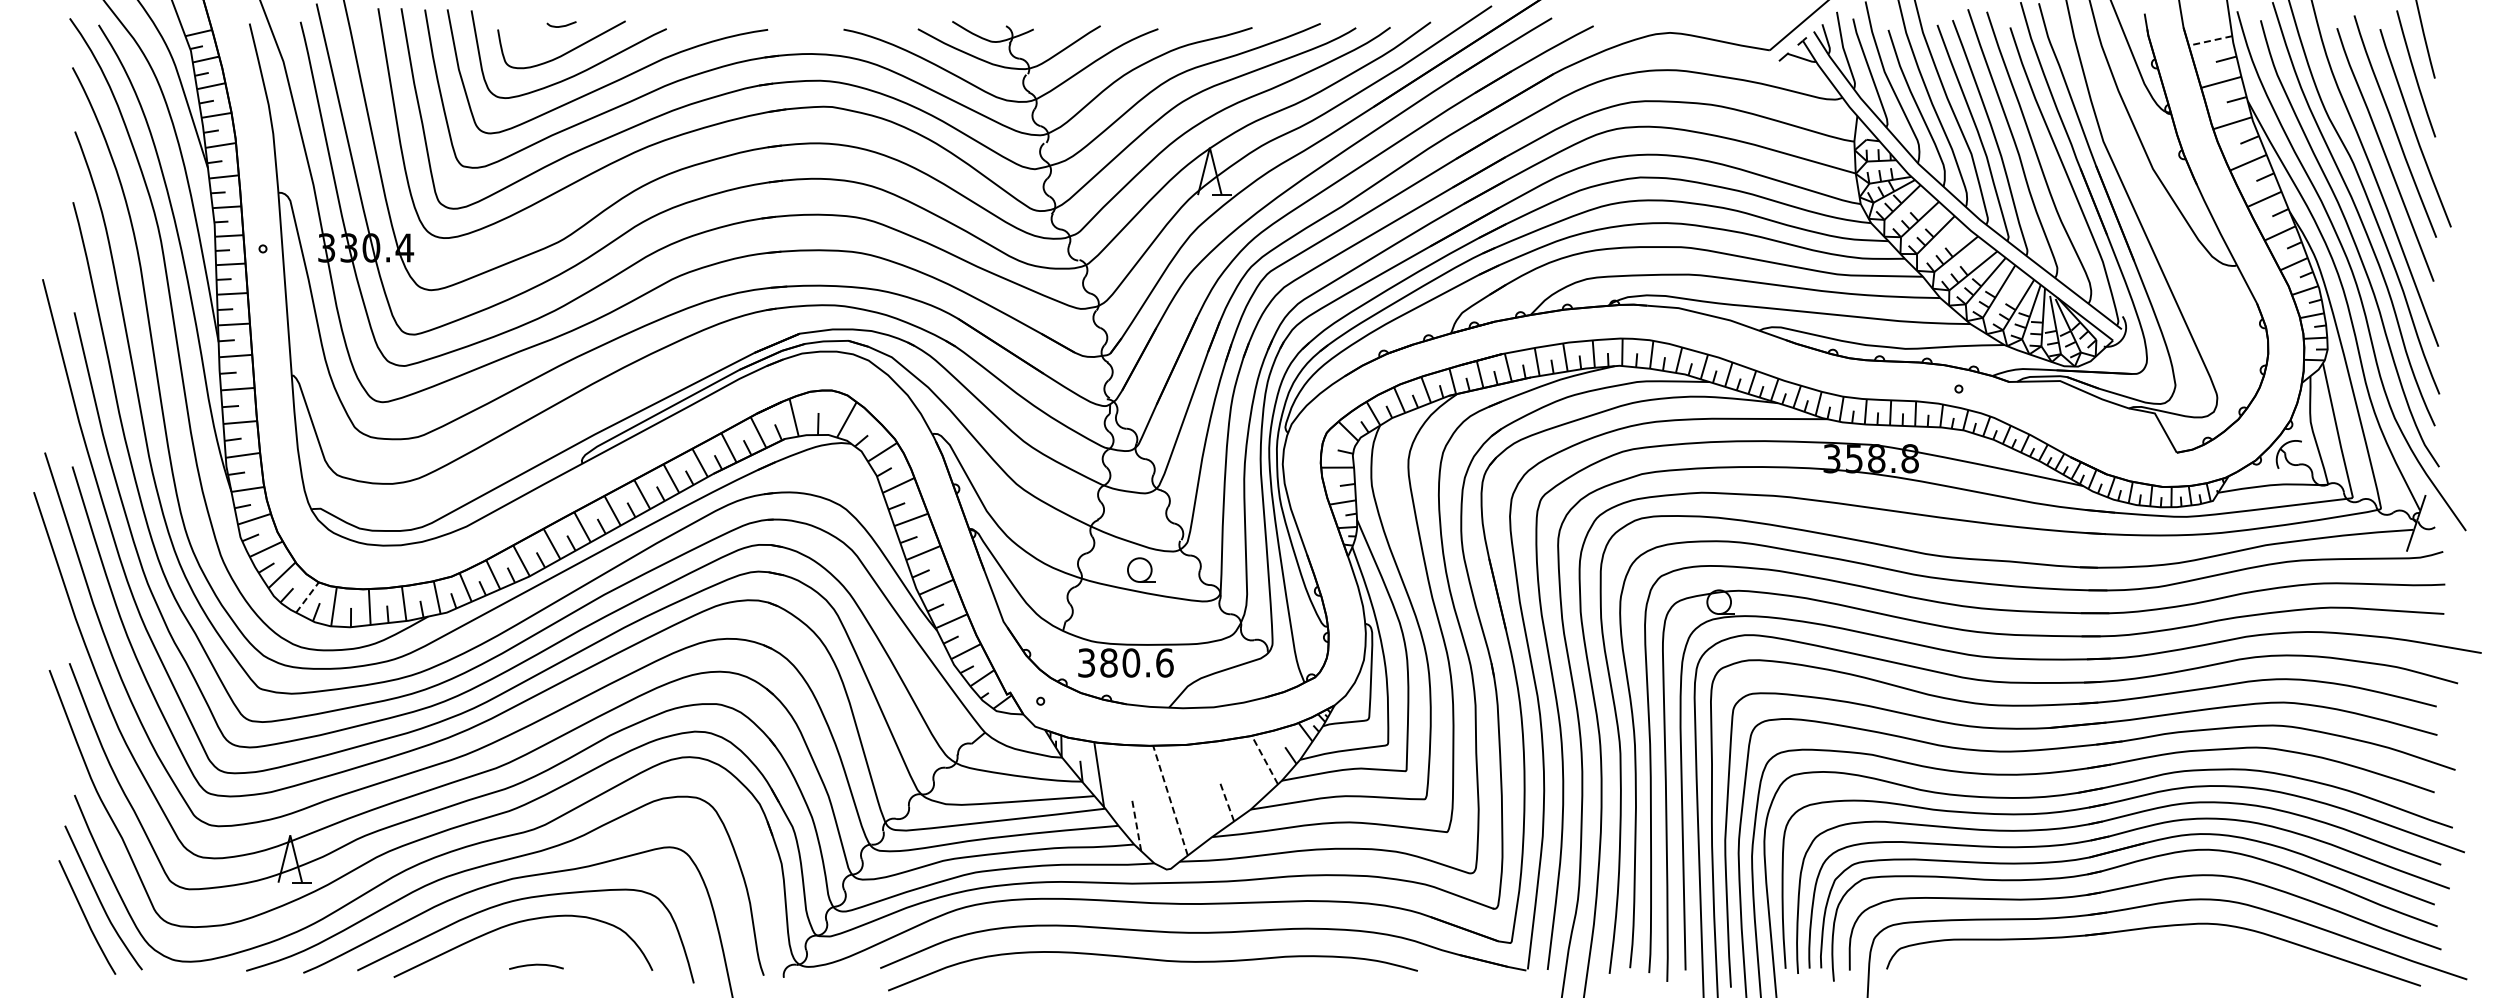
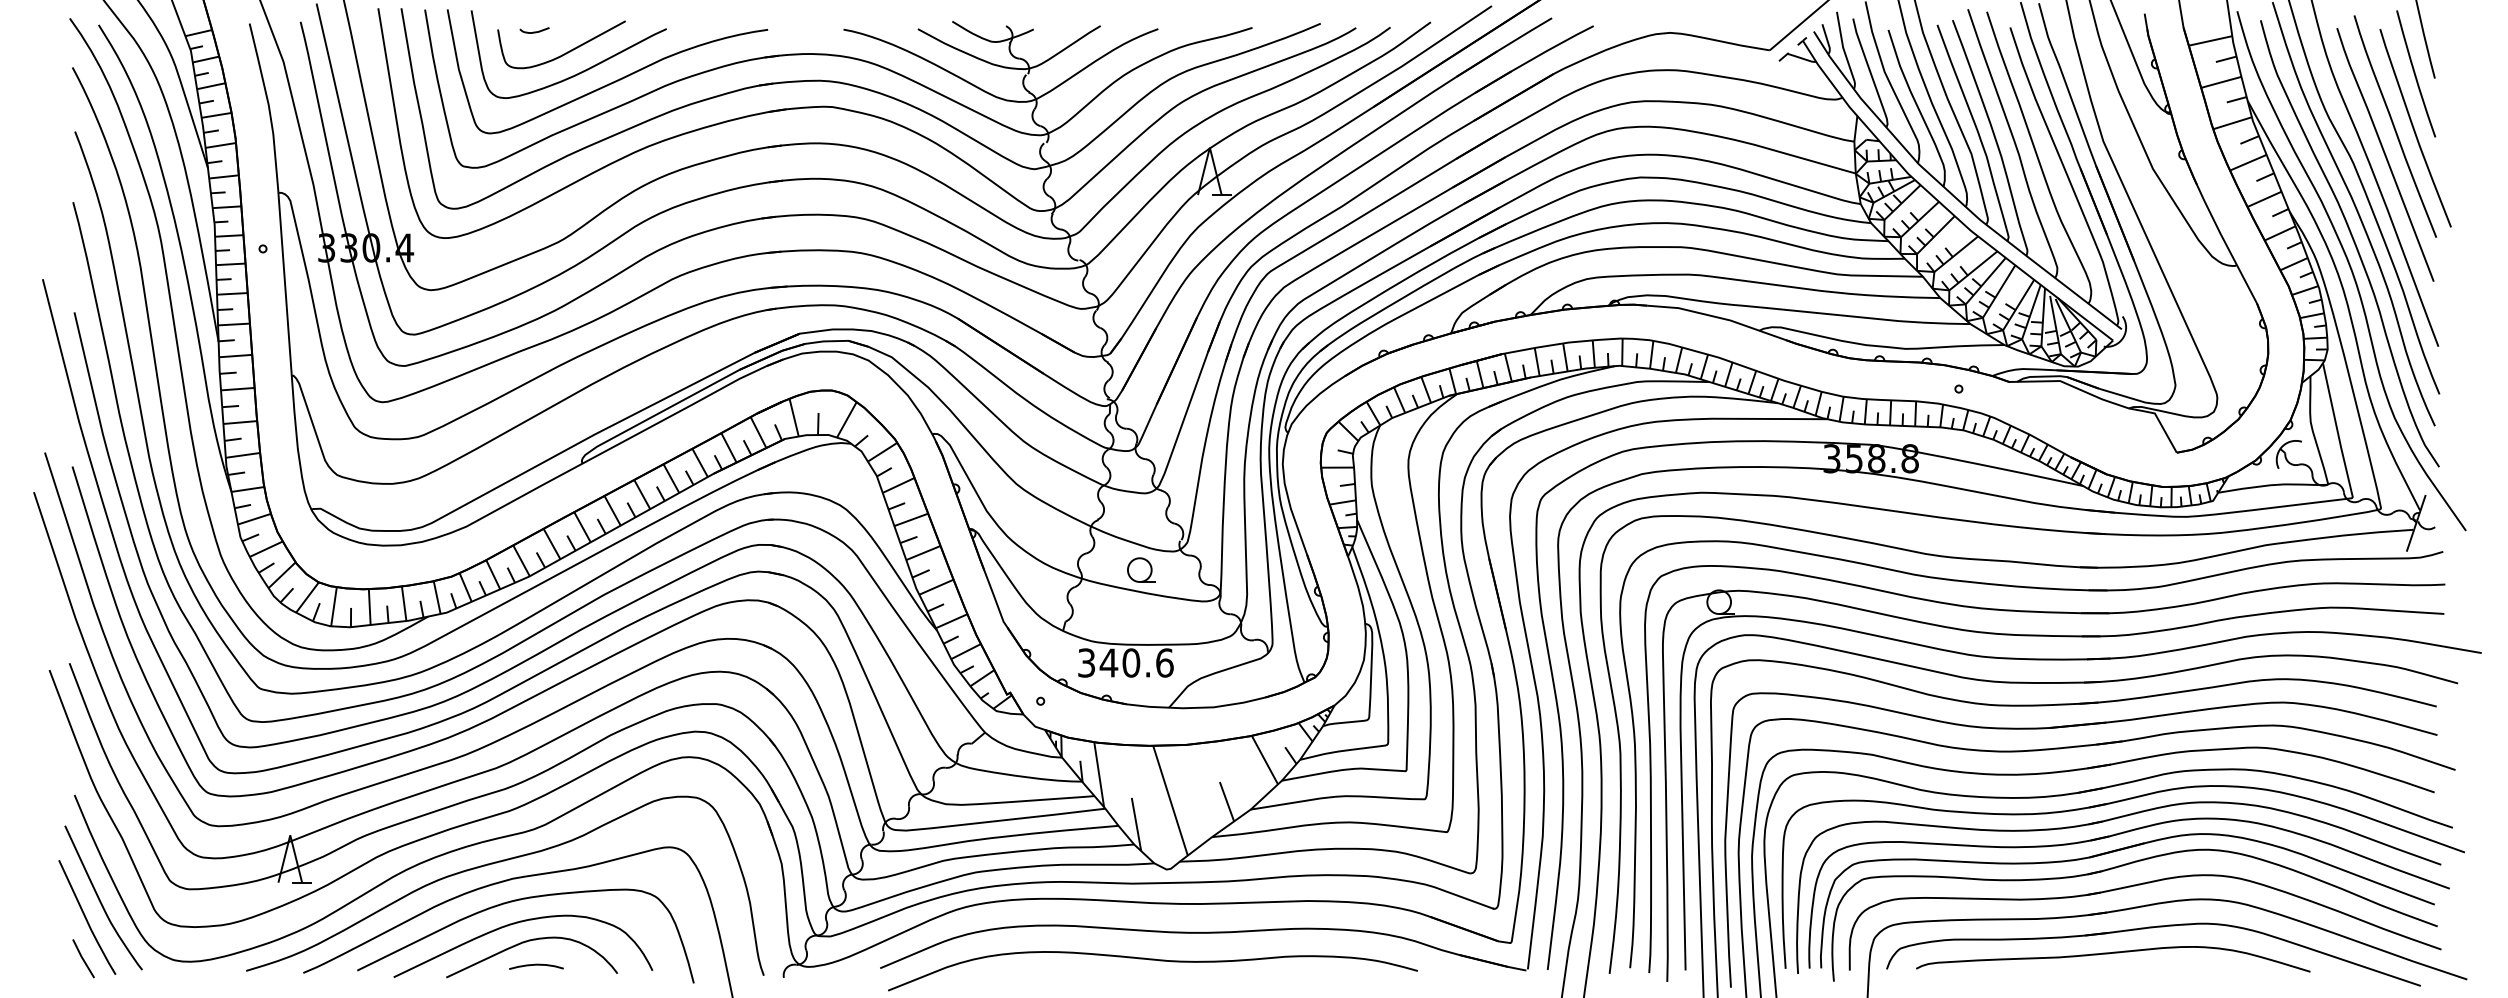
curve at (561, 25) position: (561, 25) -> (534, 31)
line at (2210, 41): dashed -> solid
line at (307, 597): dashed -> solid
text at (1108, 662): 380.6 -> 340.6
line at (1264, 760): dashed -> solid
line at (1170, 800): dashed -> solid
line at (1226, 801): dashed -> solid
line at (1136, 824): dashed -> solid
curve at (526, 942): none -> present
curve at (2113, 953): none -> present
line at (83, 958): none -> present
